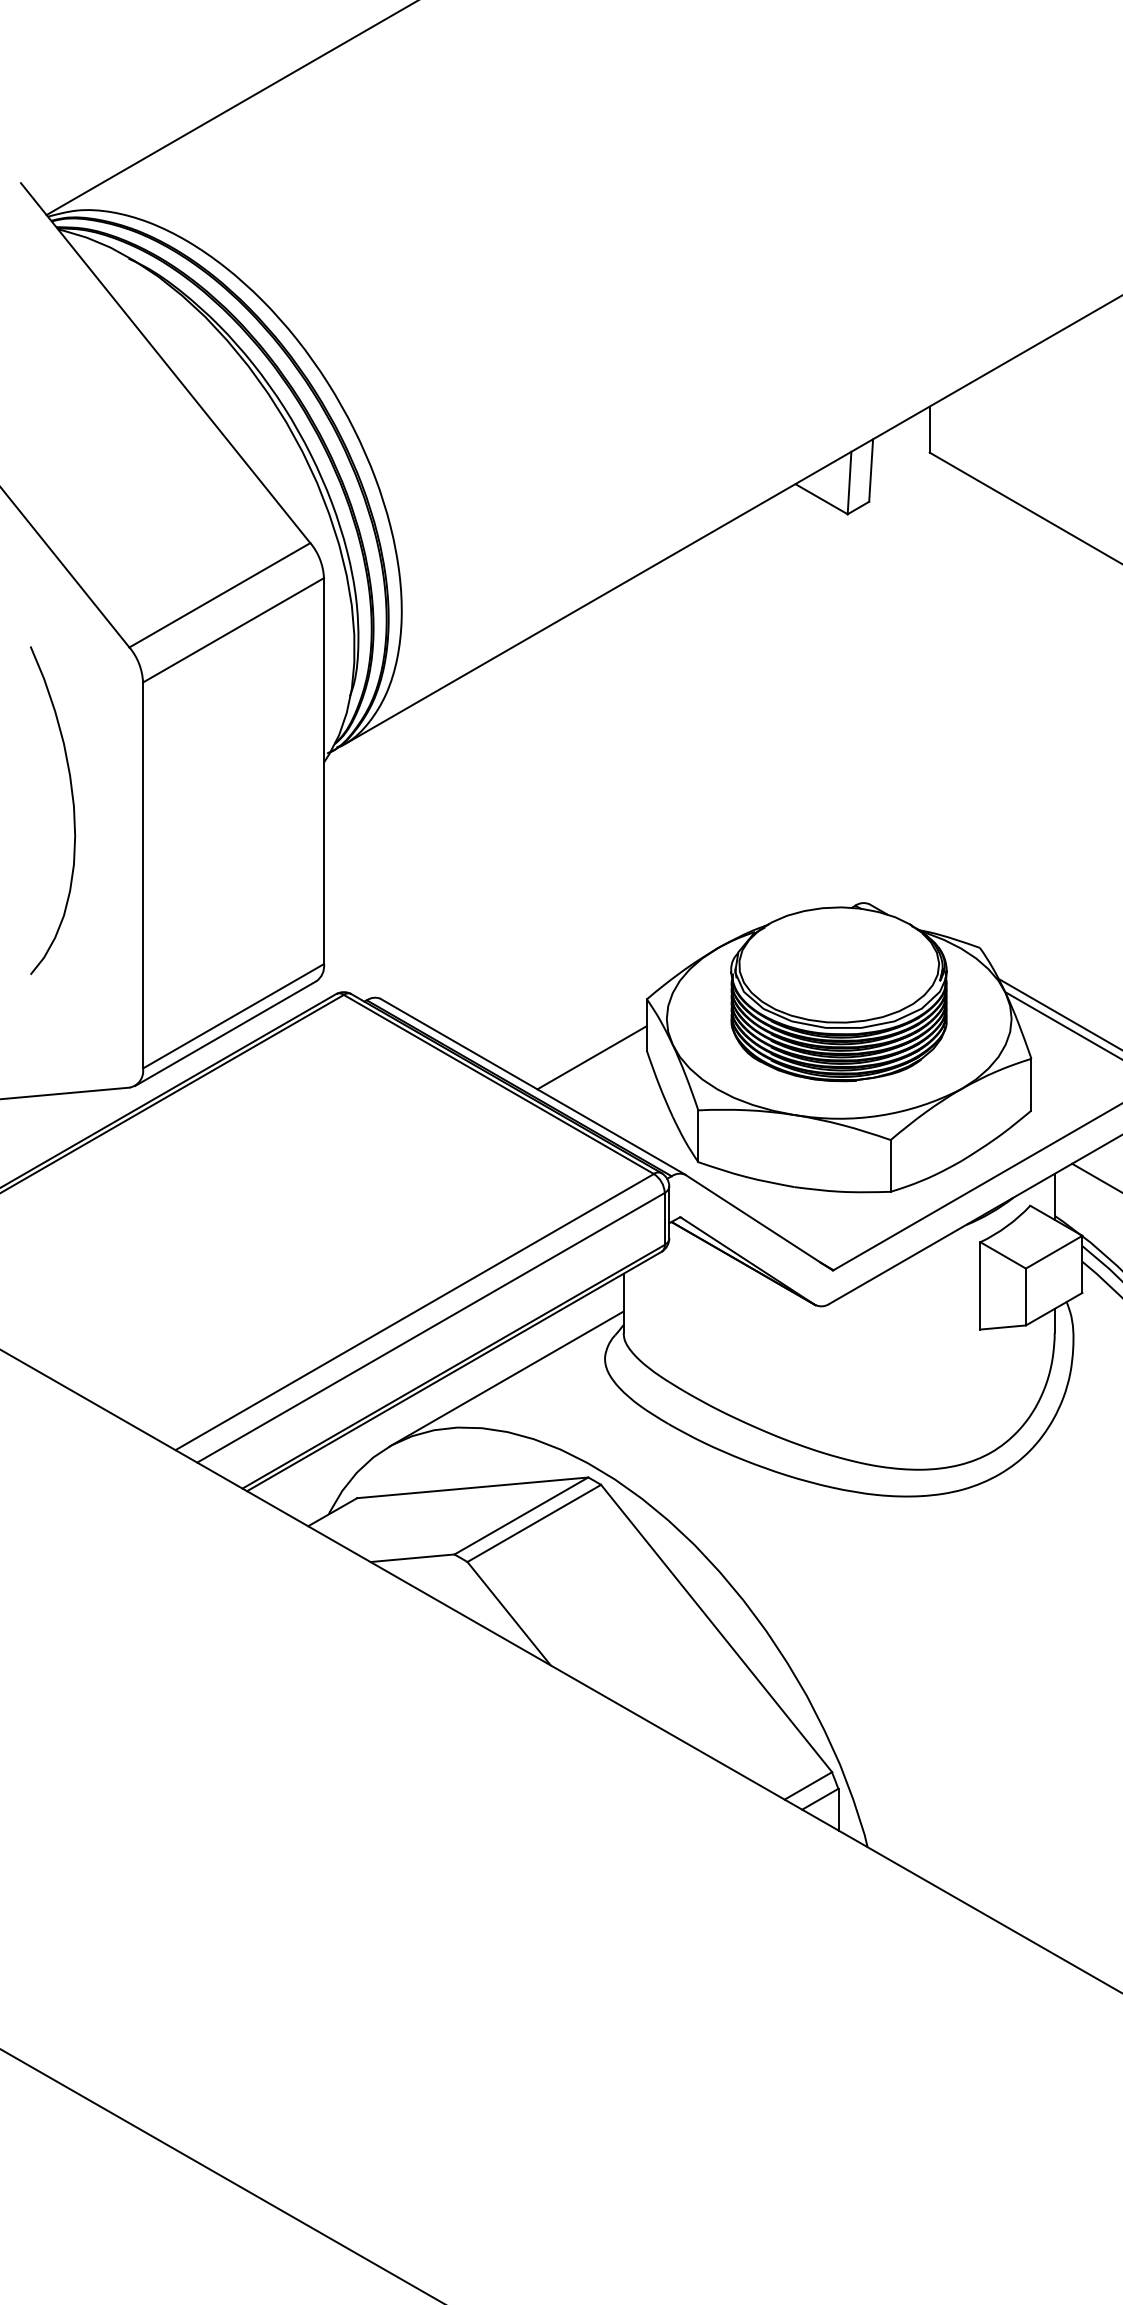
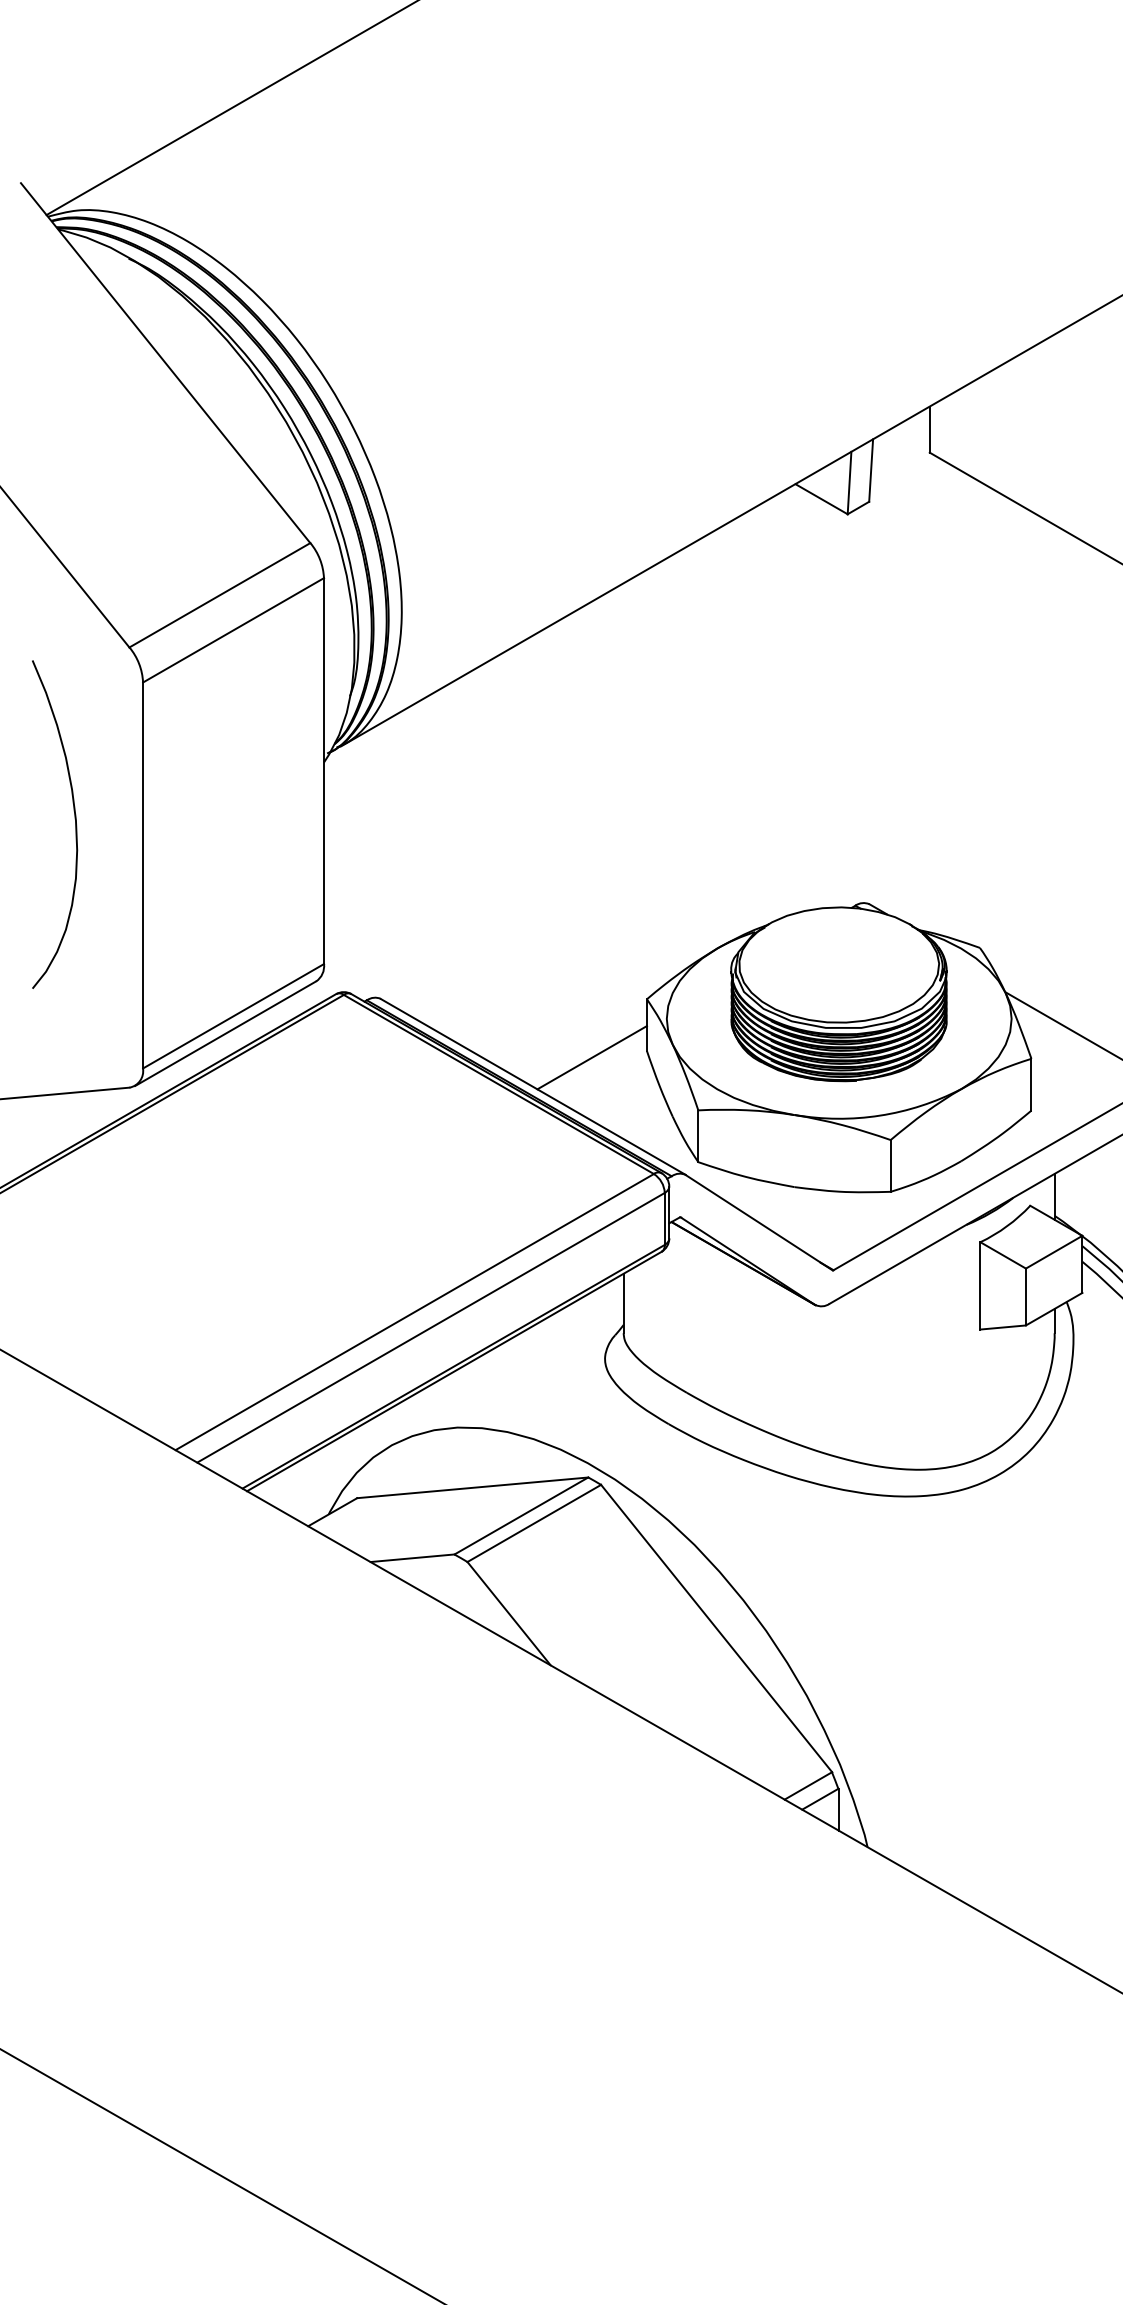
curve at (72, 805) position: (72, 805) -> (74, 819)
line at (1058, 1013): present -> none
line at (1095, 1176): present -> none
line at (506, 1378): present -> none
